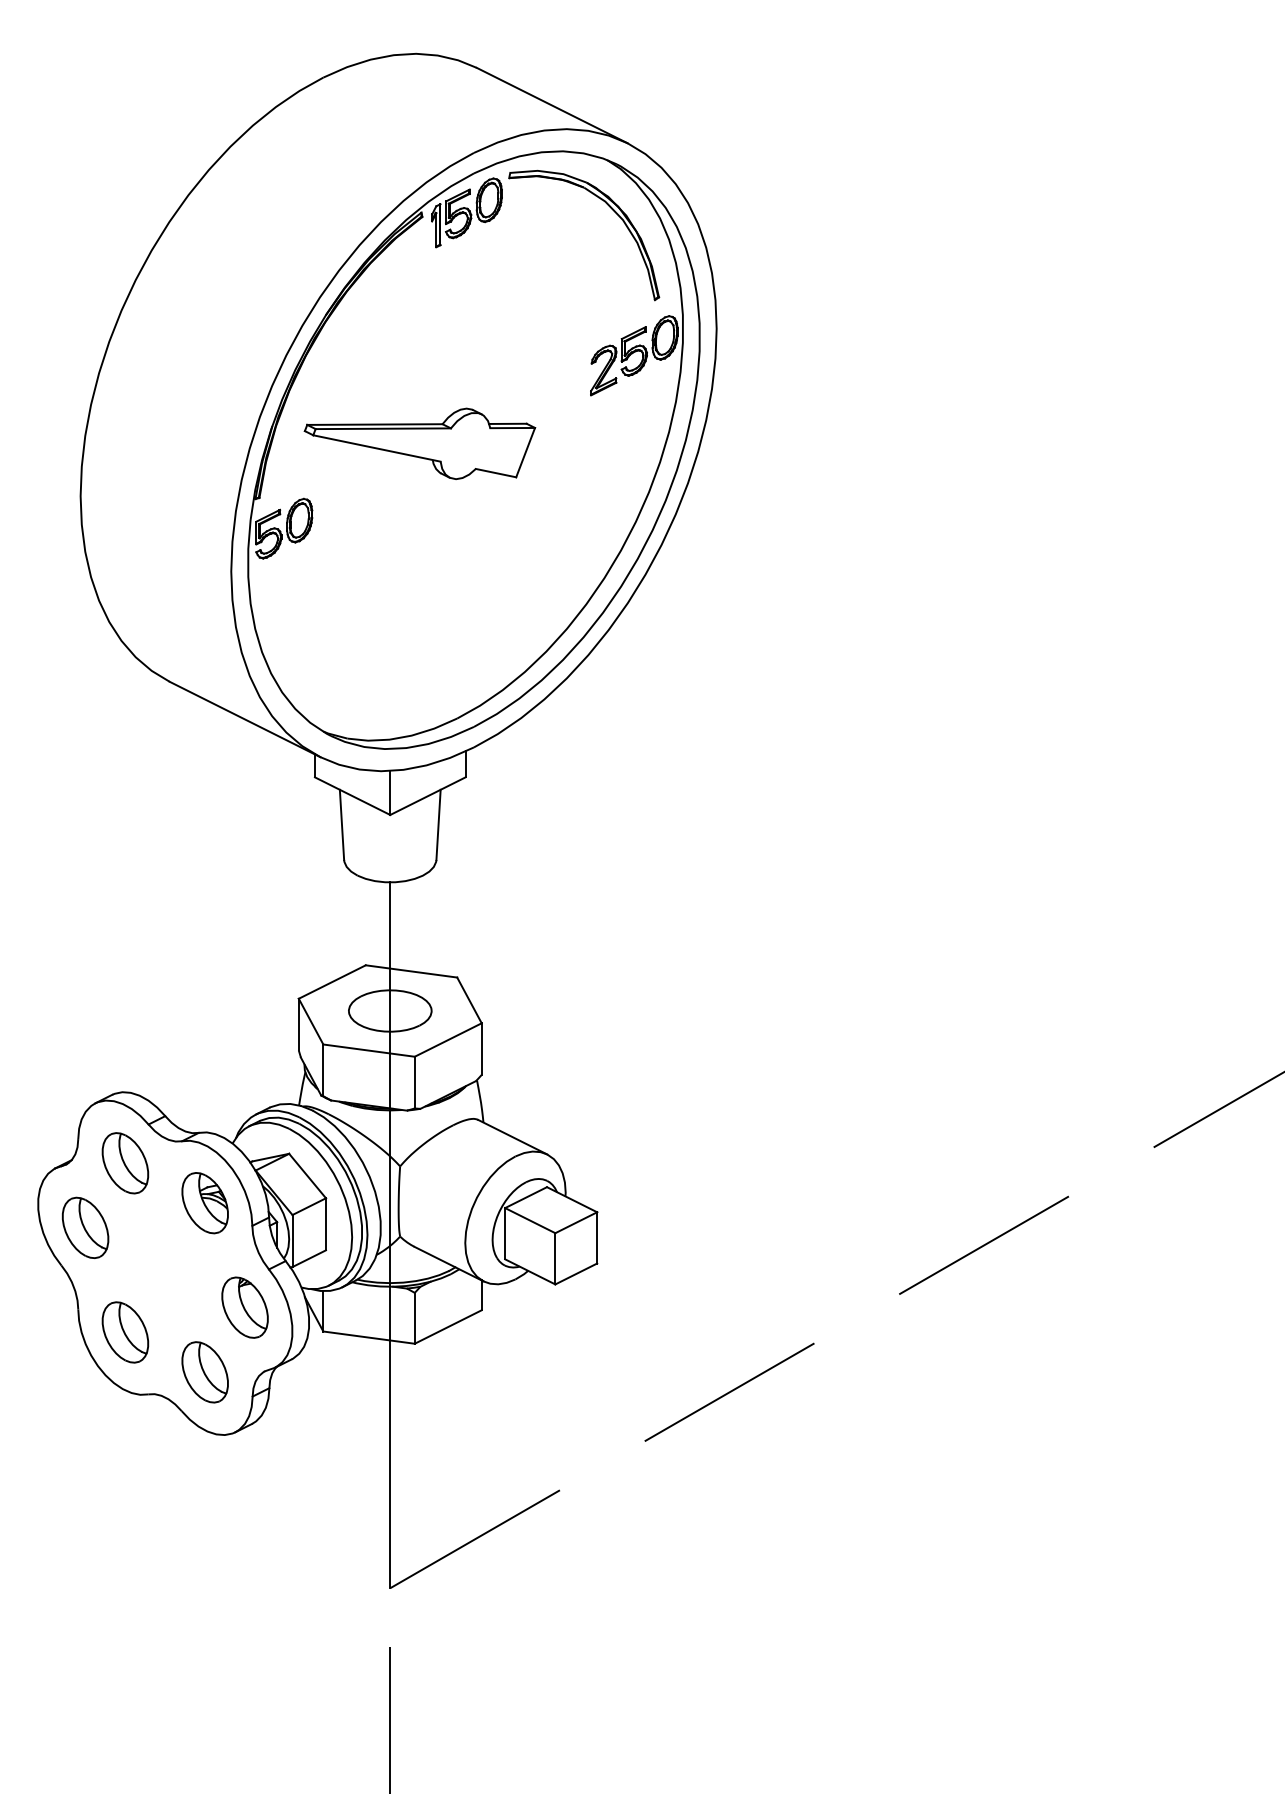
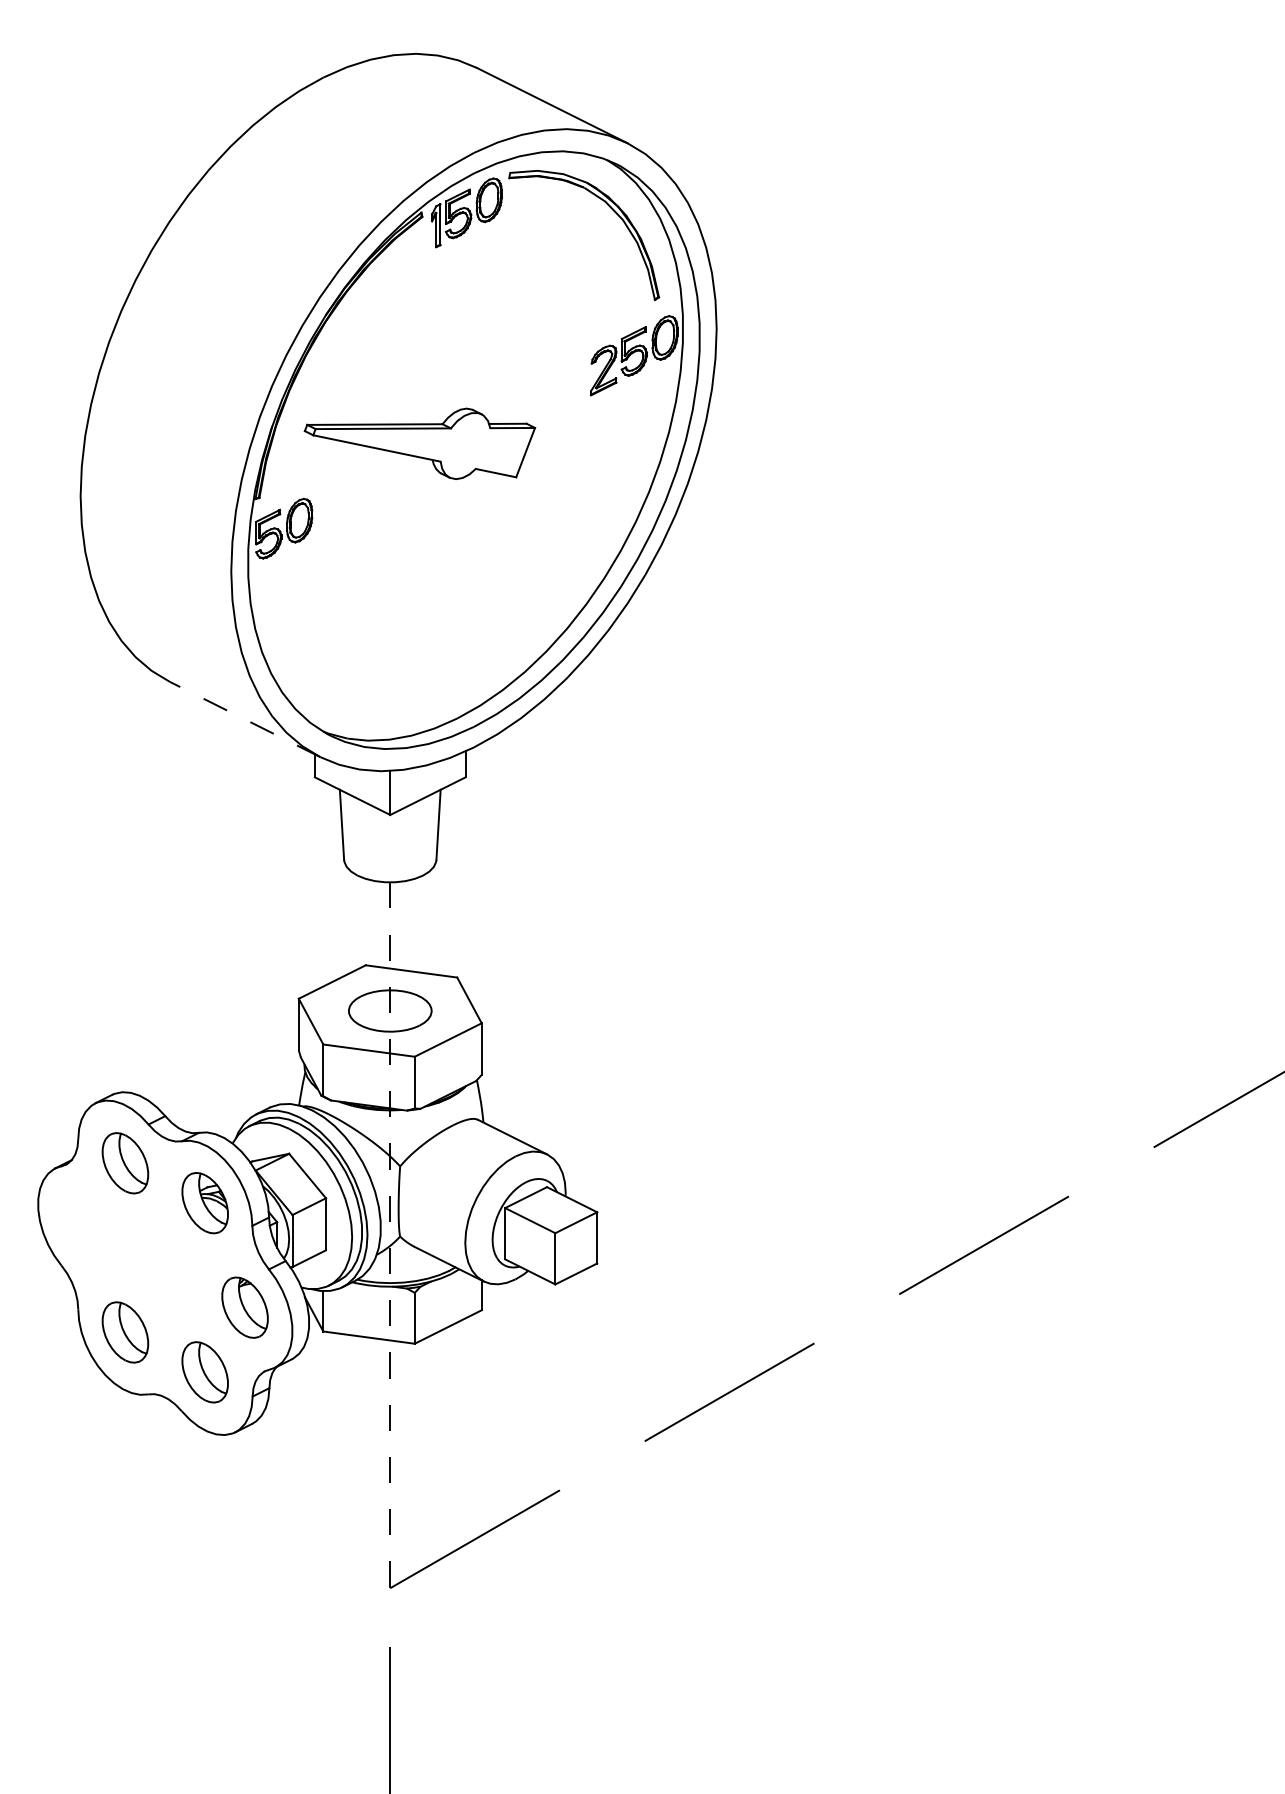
line at (244, 719): solid -> dashed
part at (85, 1227): present -> none
line at (390, 1235): solid -> dashed
